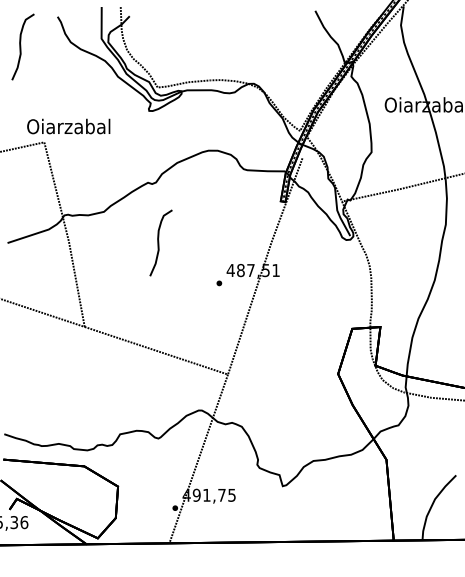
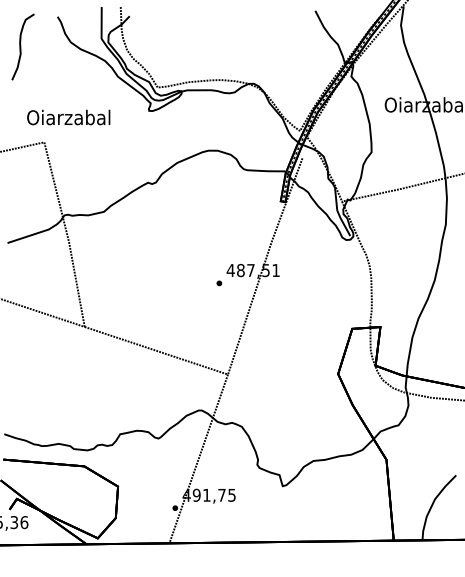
text at (68, 126) position: (68, 126) -> (68, 117)
curve at (159, 242): present -> none
